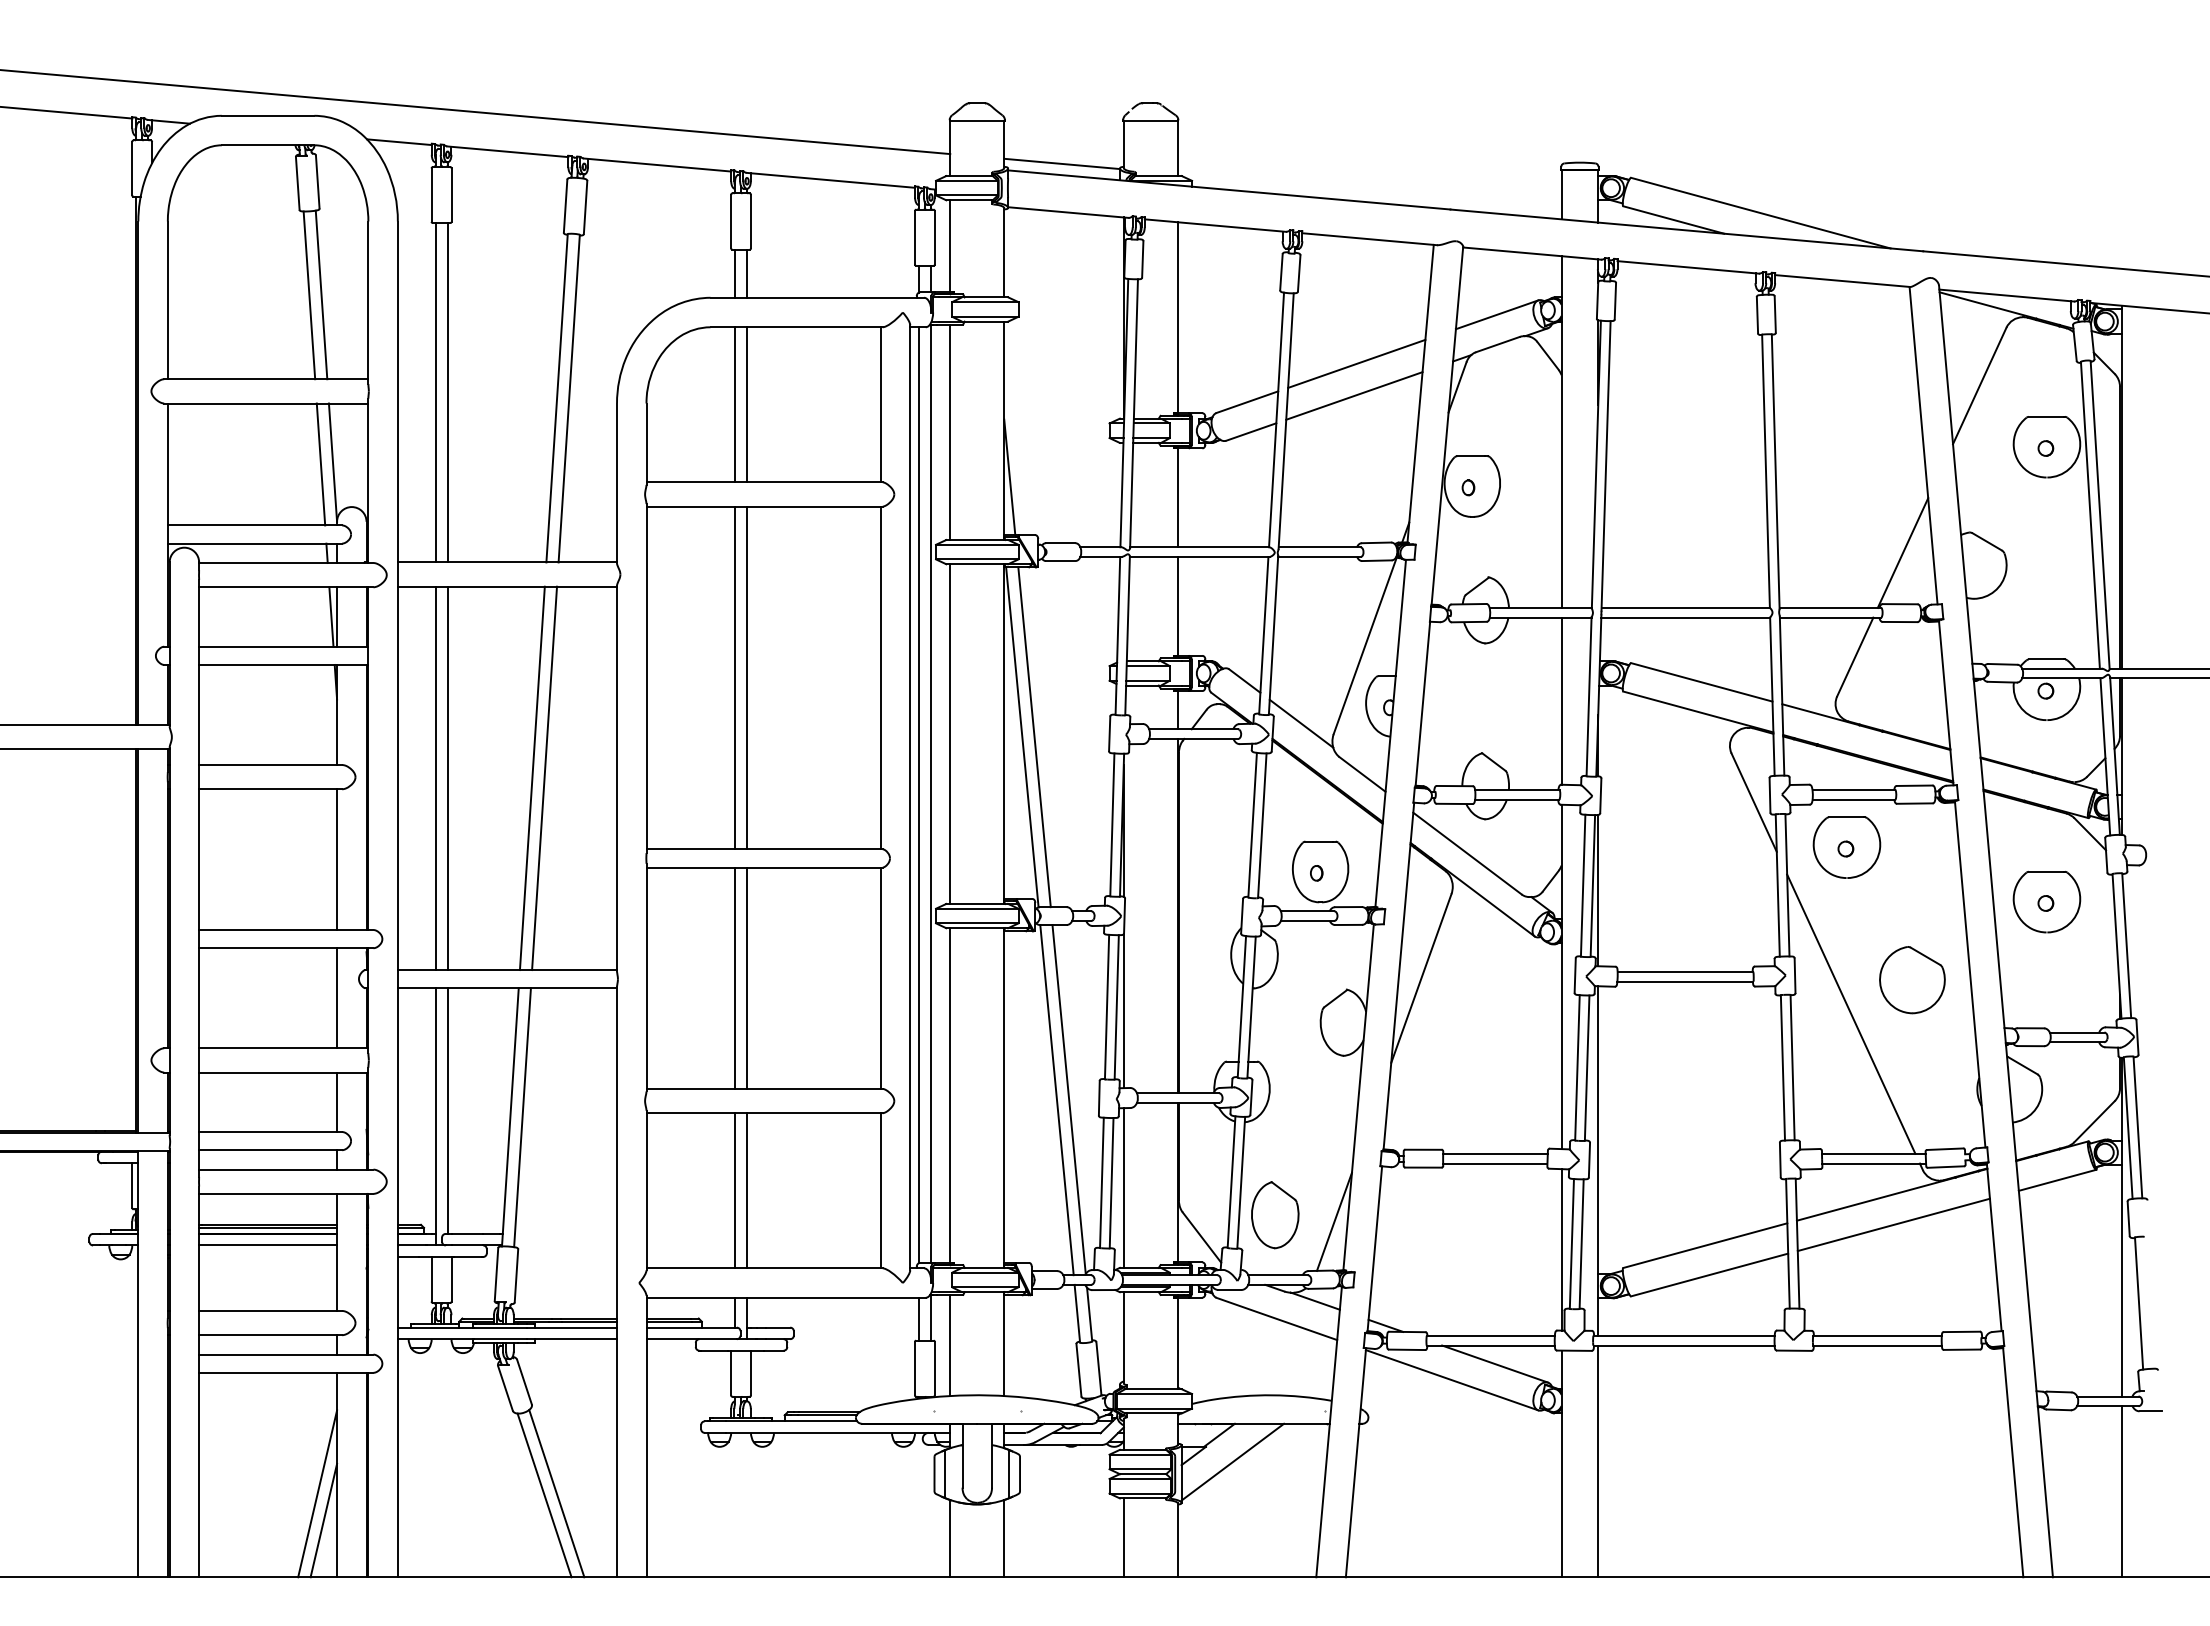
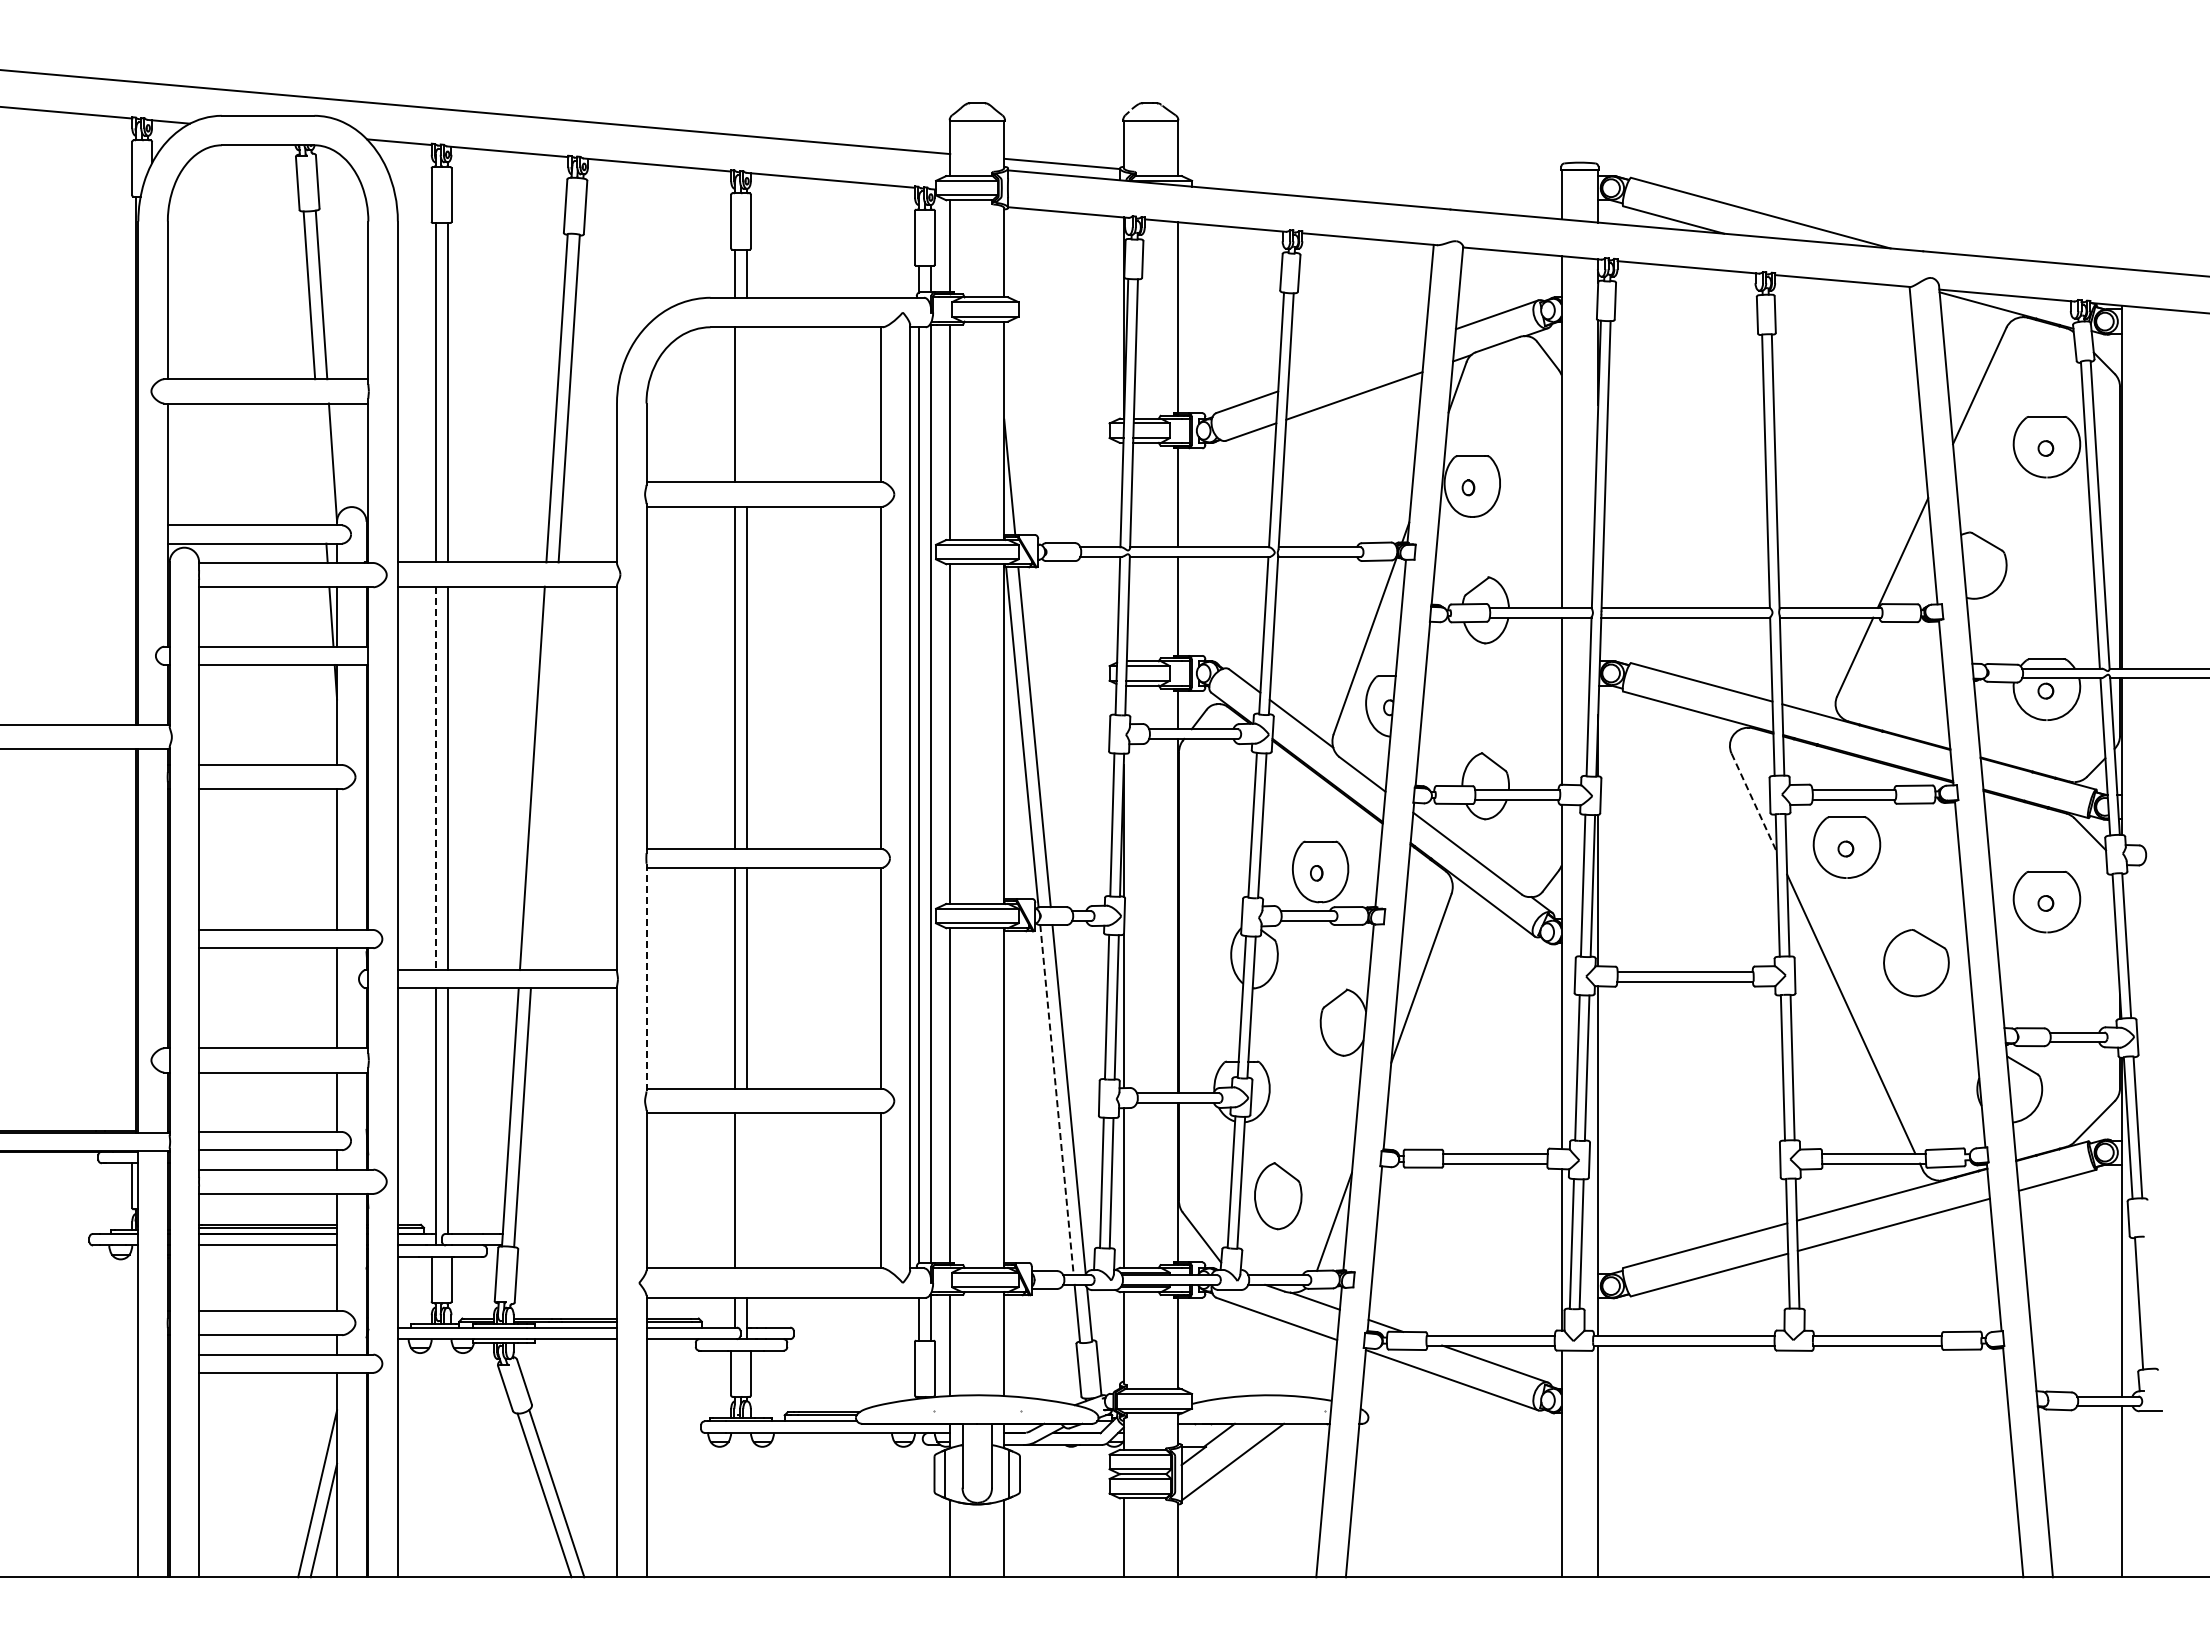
line at (1356, 363): present -> none
line at (747, 404): present -> none
line at (320, 464): present -> none
line at (435, 778): solid -> dashed
line at (544, 778): present -> none
line at (1754, 803): solid -> dashed
line at (646, 977): solid -> dashed
part at (1912, 980) position: (1912, 980) -> (1916, 963)
line at (1057, 1100): solid -> dashed
line at (747, 1190): present -> none
part at (1275, 1215) position: (1275, 1215) -> (1278, 1196)
